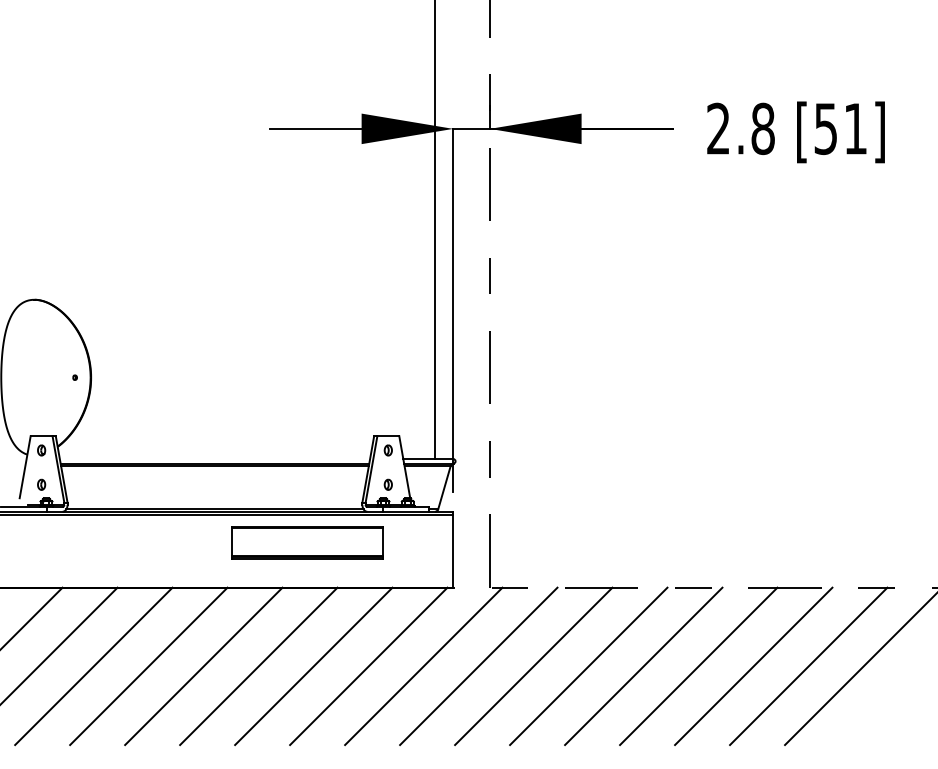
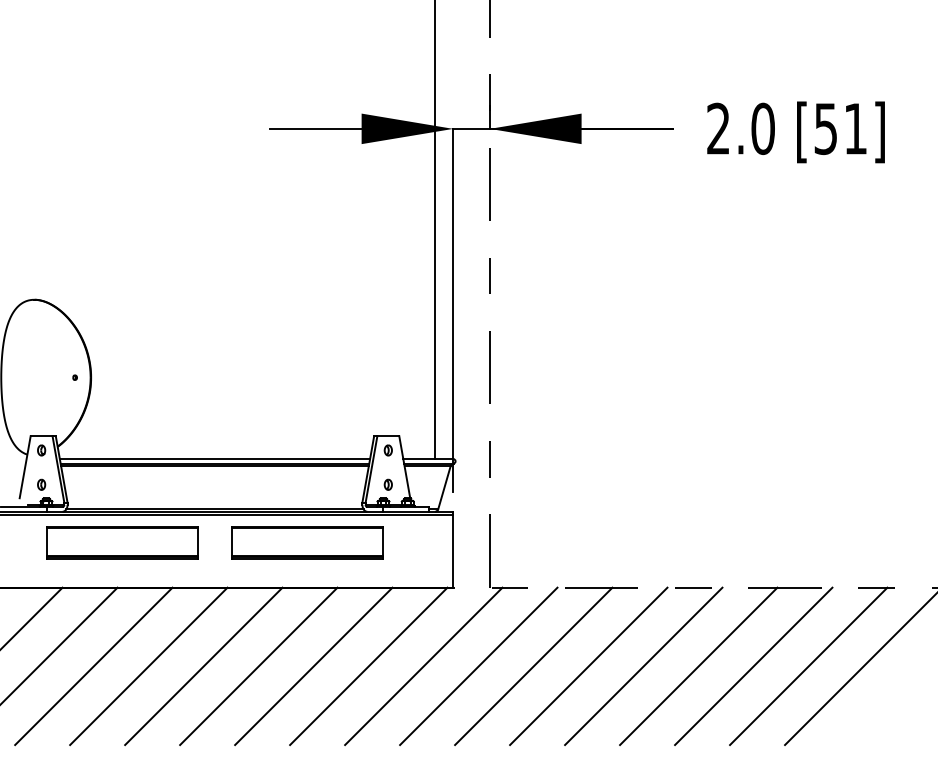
text at (762, 128): 2.8 -> 2.0
line at (214, 459): none -> present
part at (122, 542): none -> present
